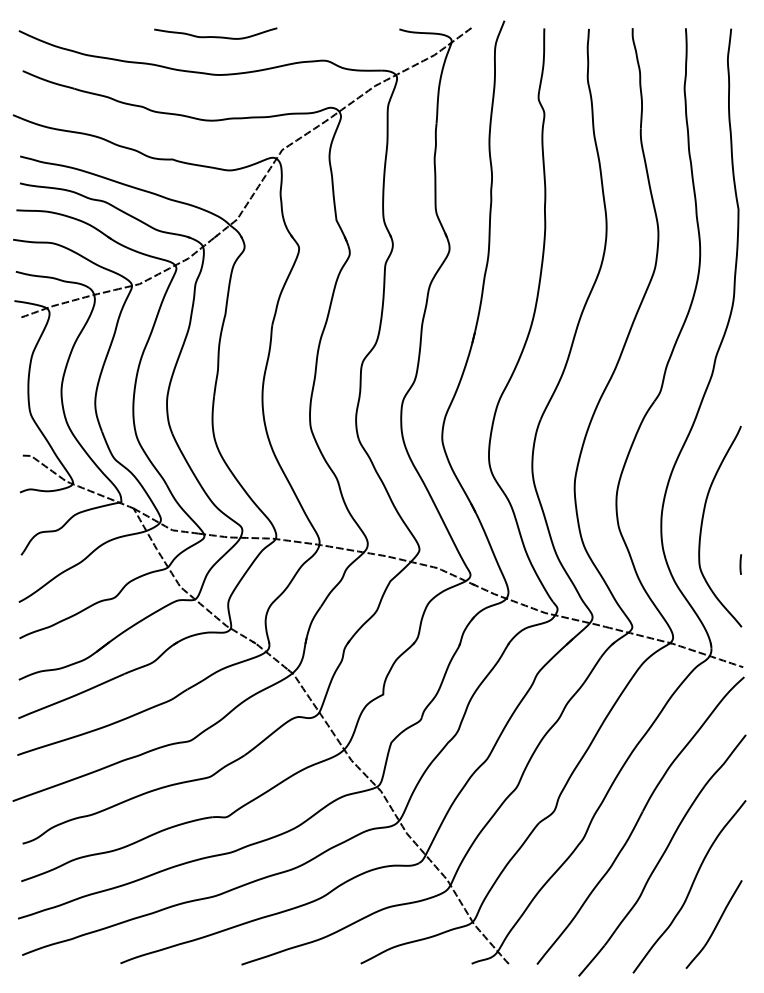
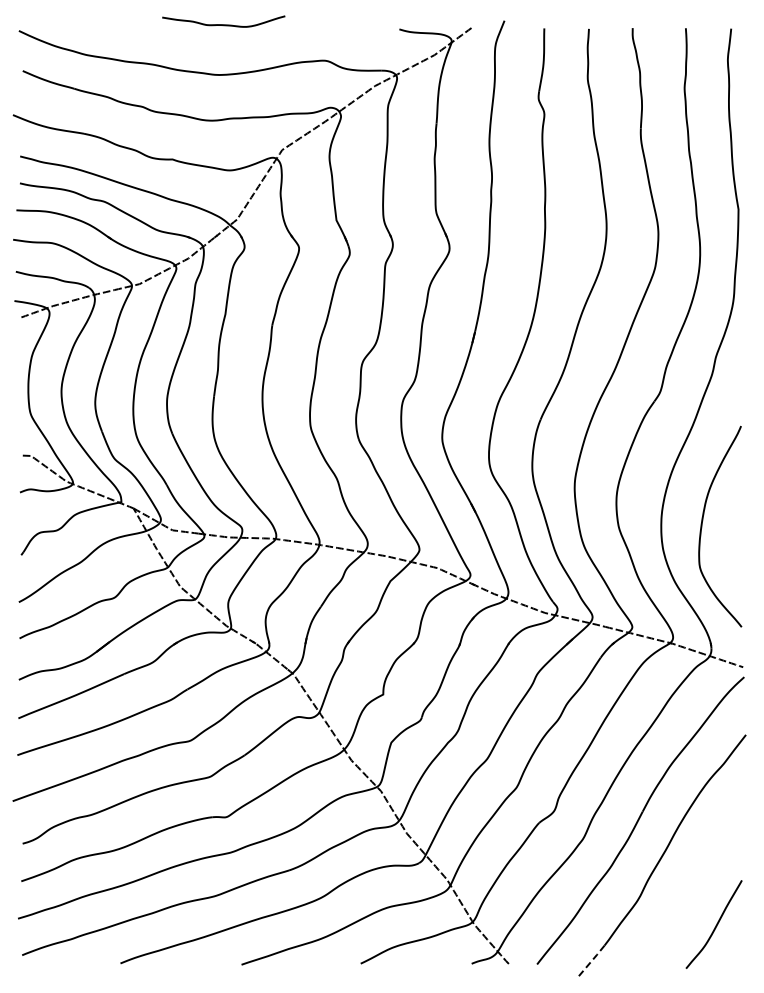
curve at (215, 36) position: (215, 36) -> (223, 24)
line at (740, 564): present -> none
curve at (690, 886): present -> none
line at (592, 960): solid -> dashed
